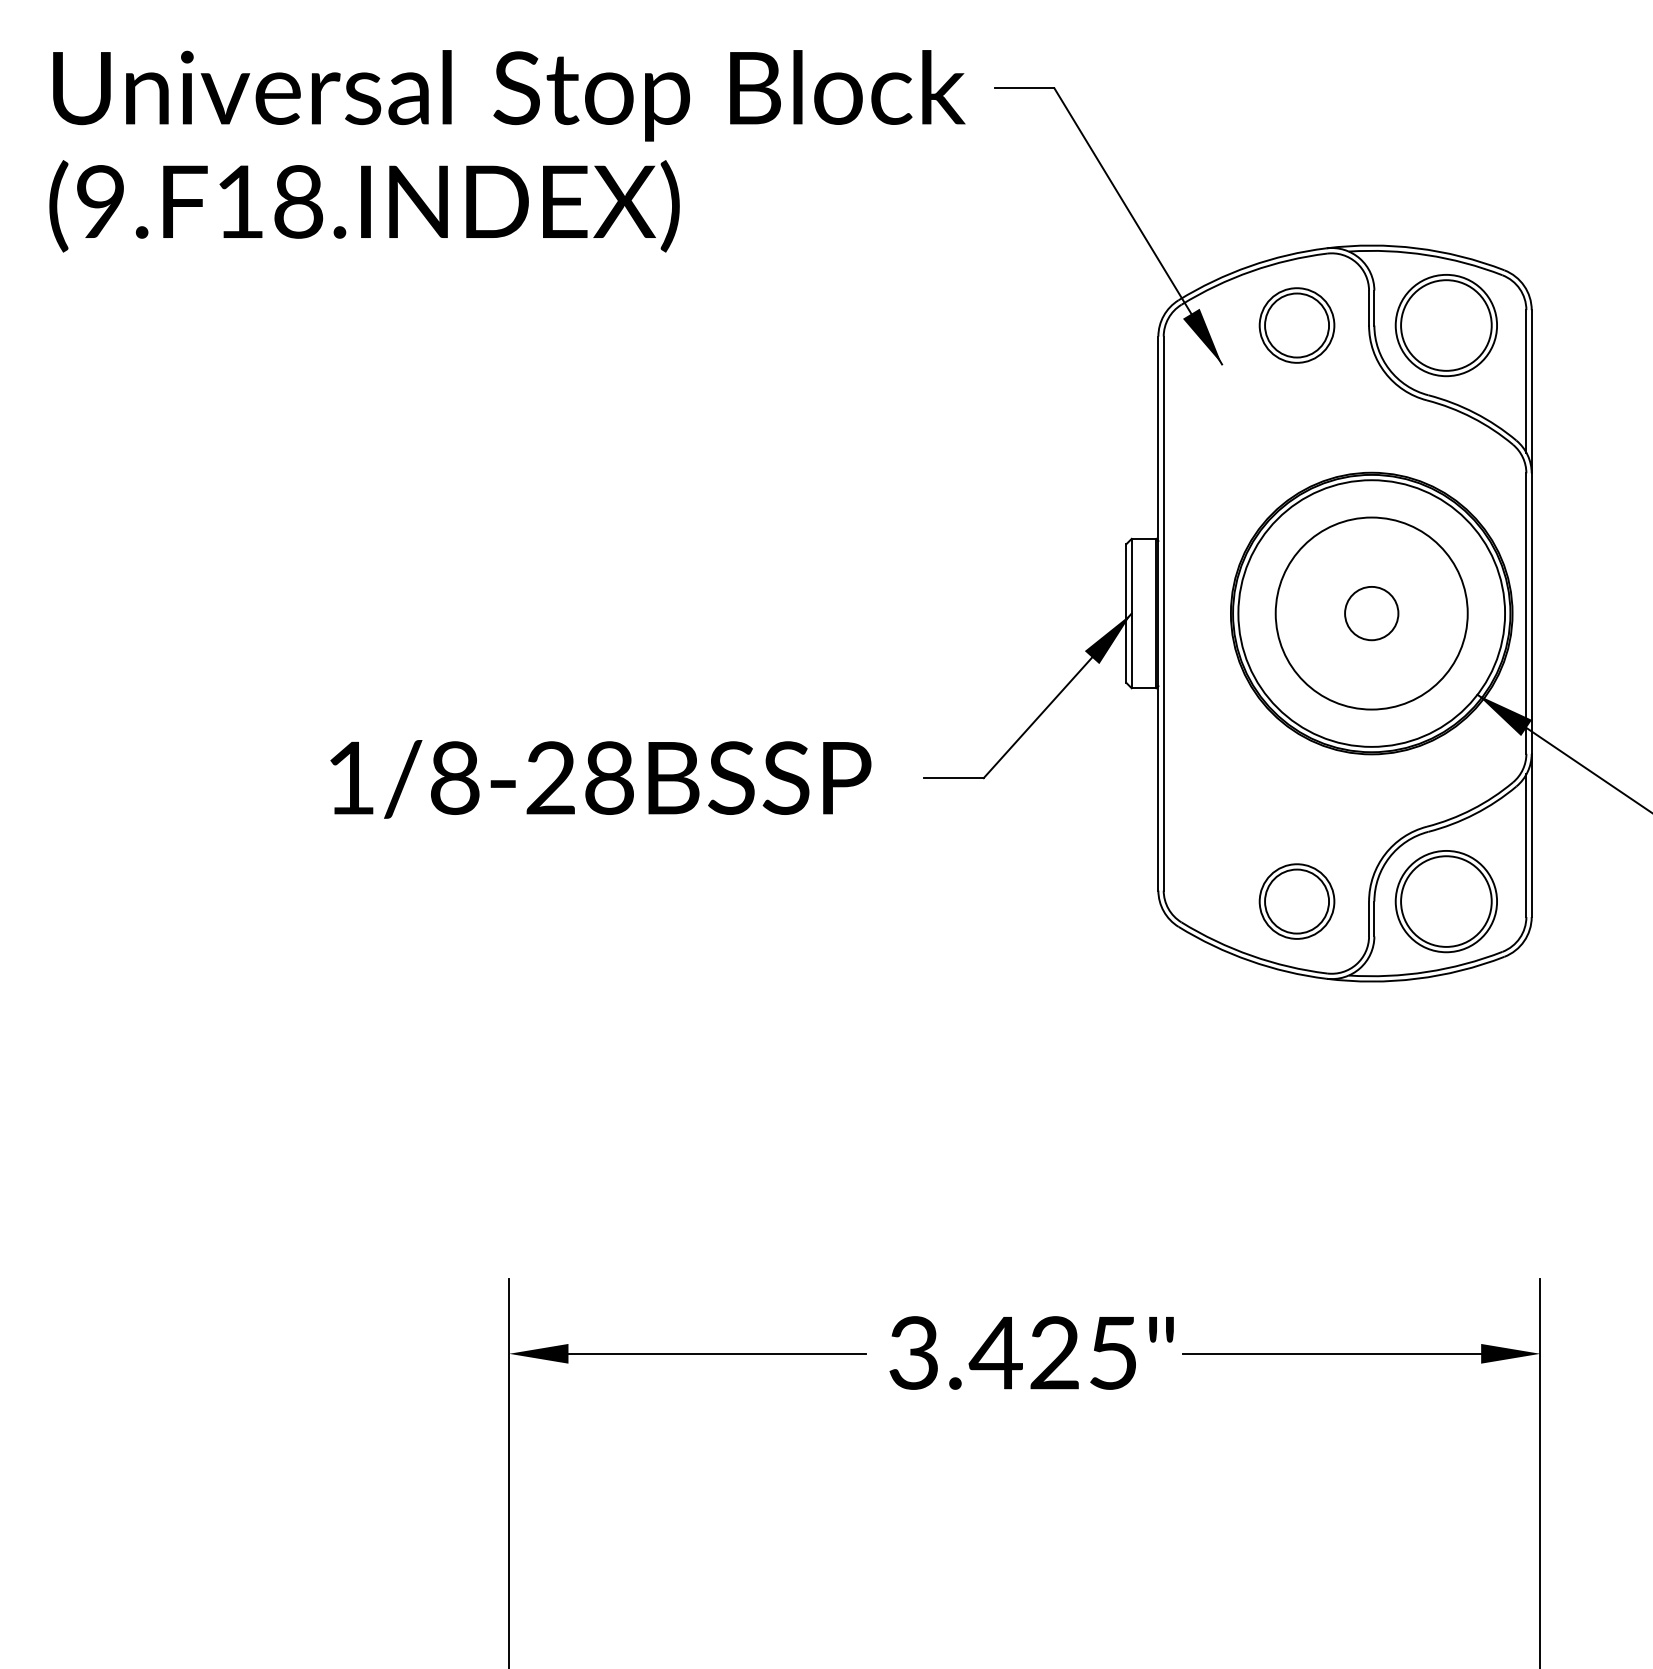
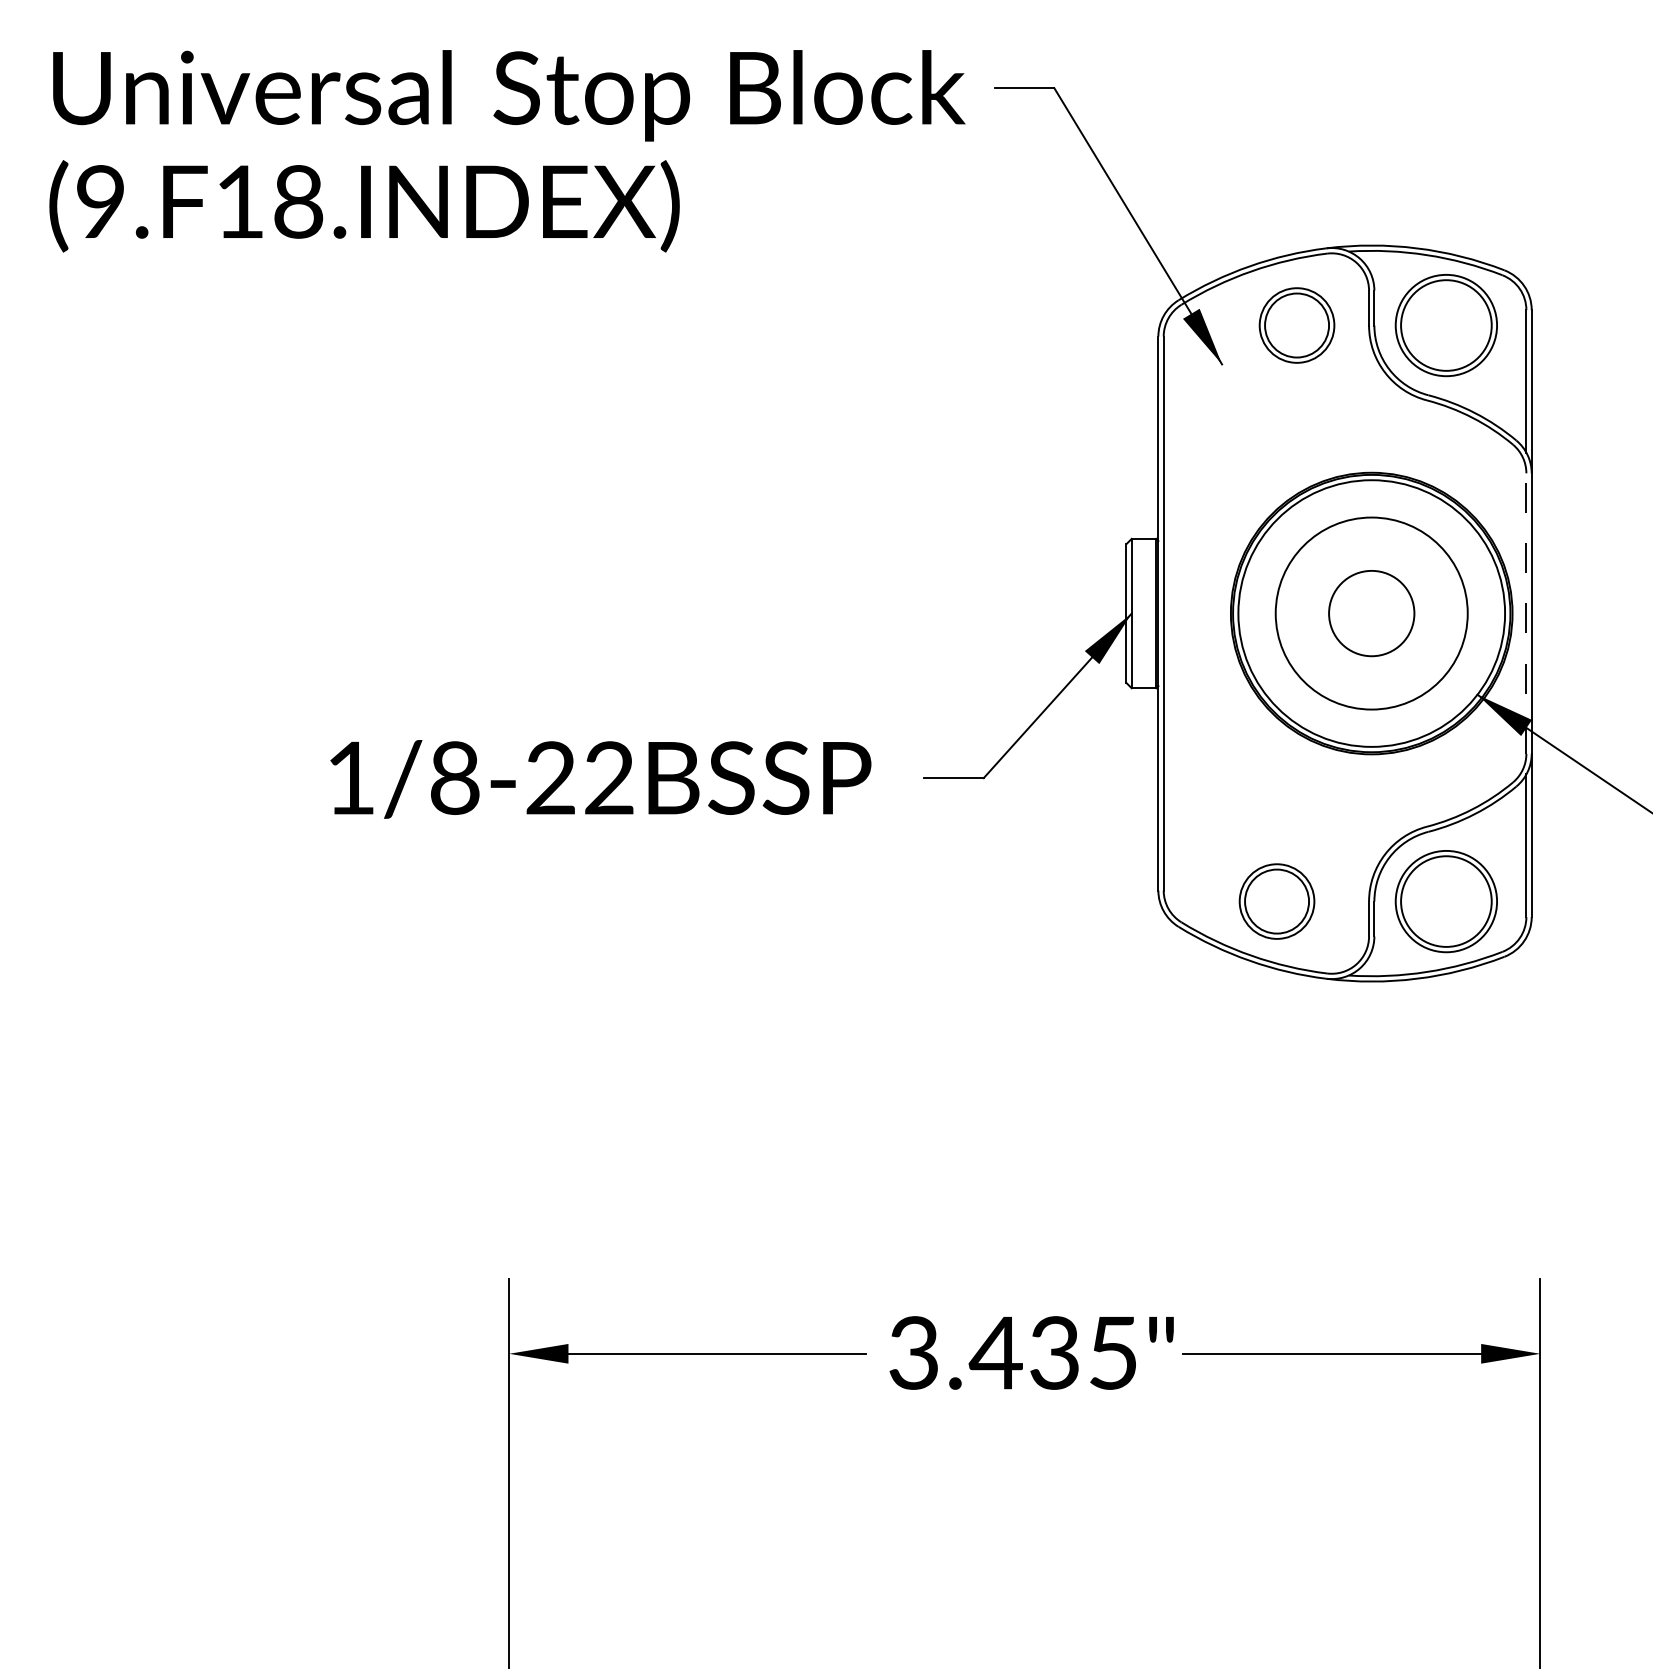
circle at (1371, 613) diameter: 53 px -> 85 px
line at (1526, 613): solid -> dashed
text at (609, 778): 1/8-28 -> 1/8-22
part at (1296, 901) position: (1296, 901) -> (1276, 901)
text at (1054, 1353): 3.425" -> 3.435"
